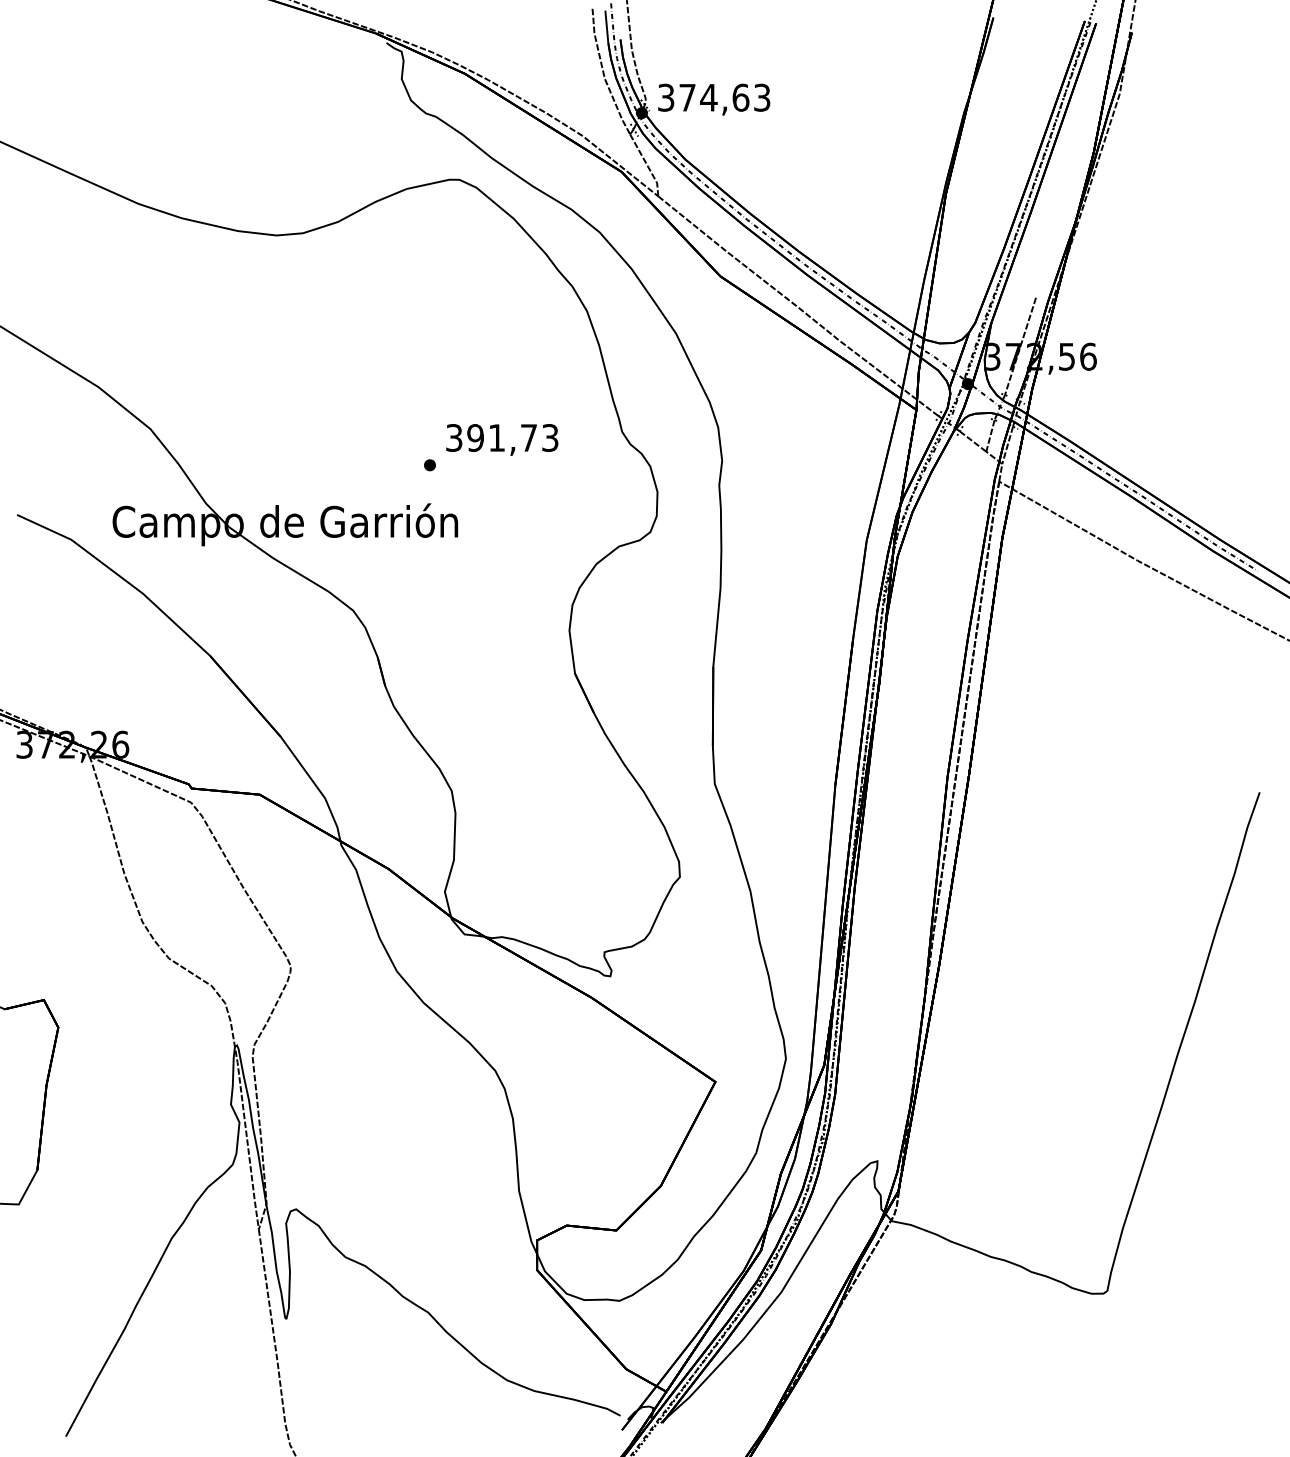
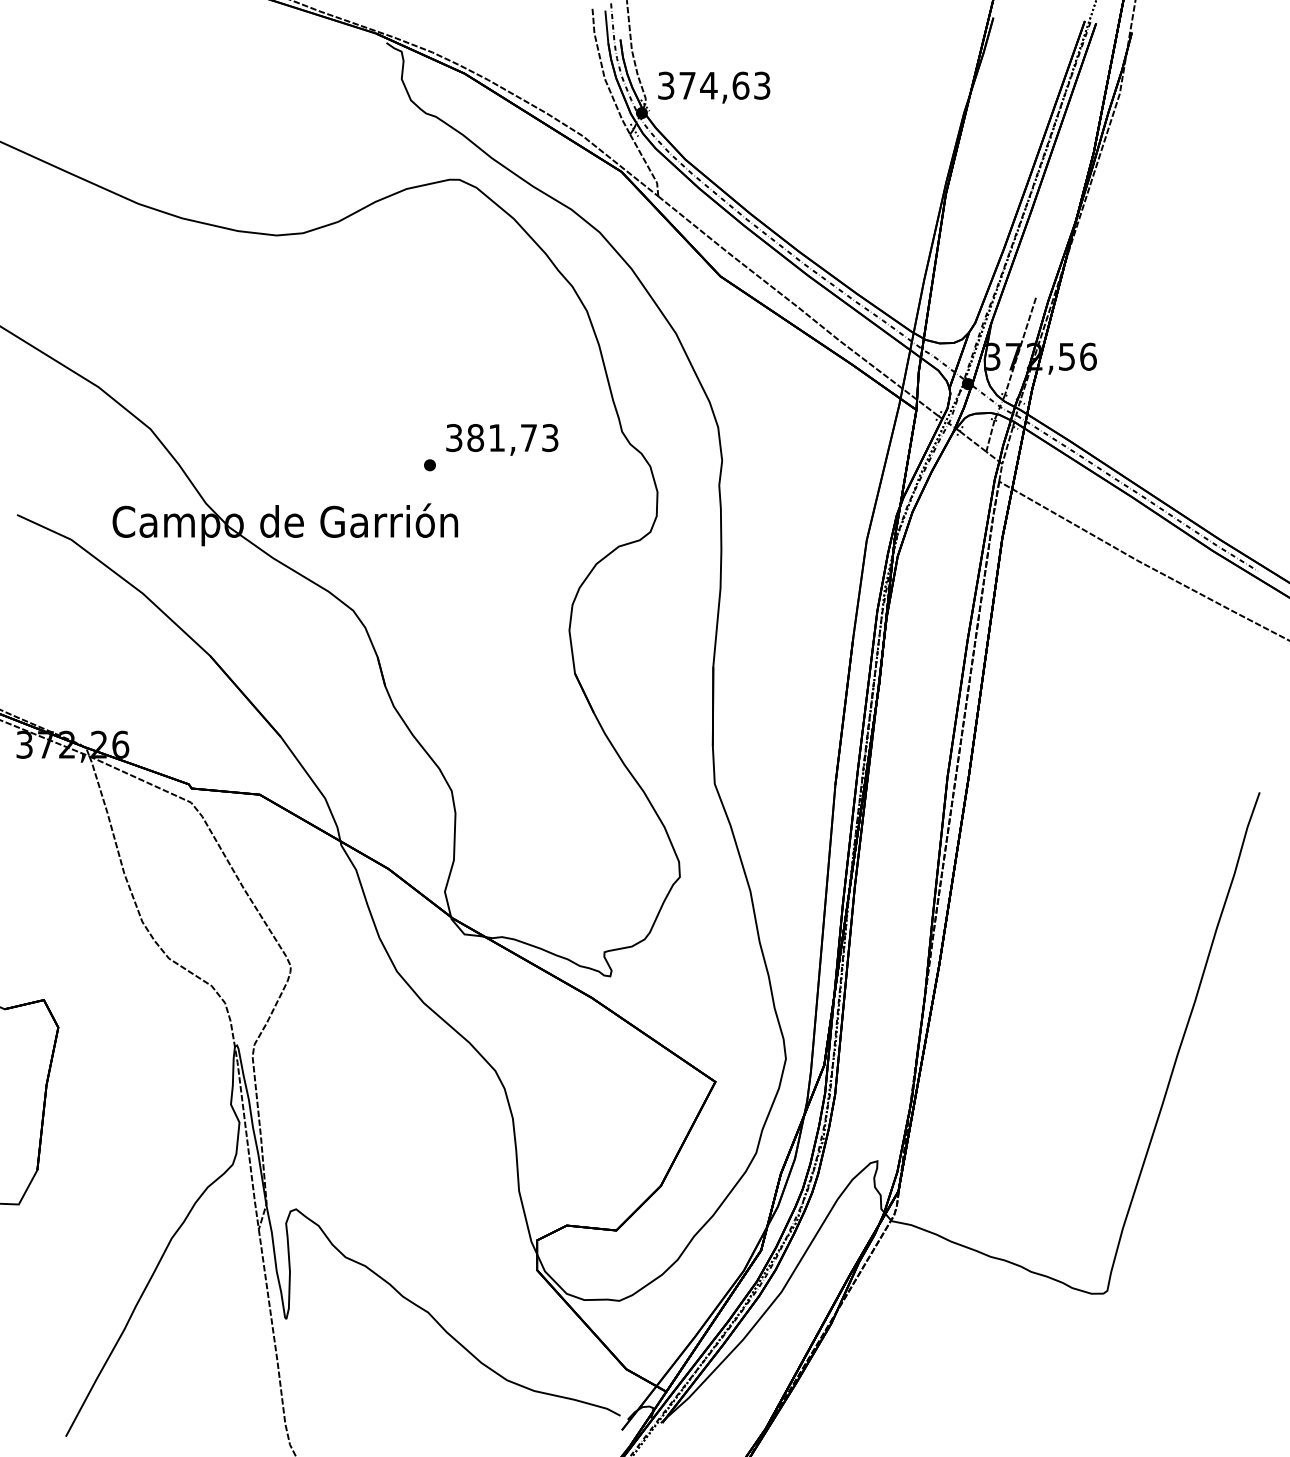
text at (714, 99) position: (714, 99) -> (714, 87)
text at (475, 438): 391,73 -> 381,73
